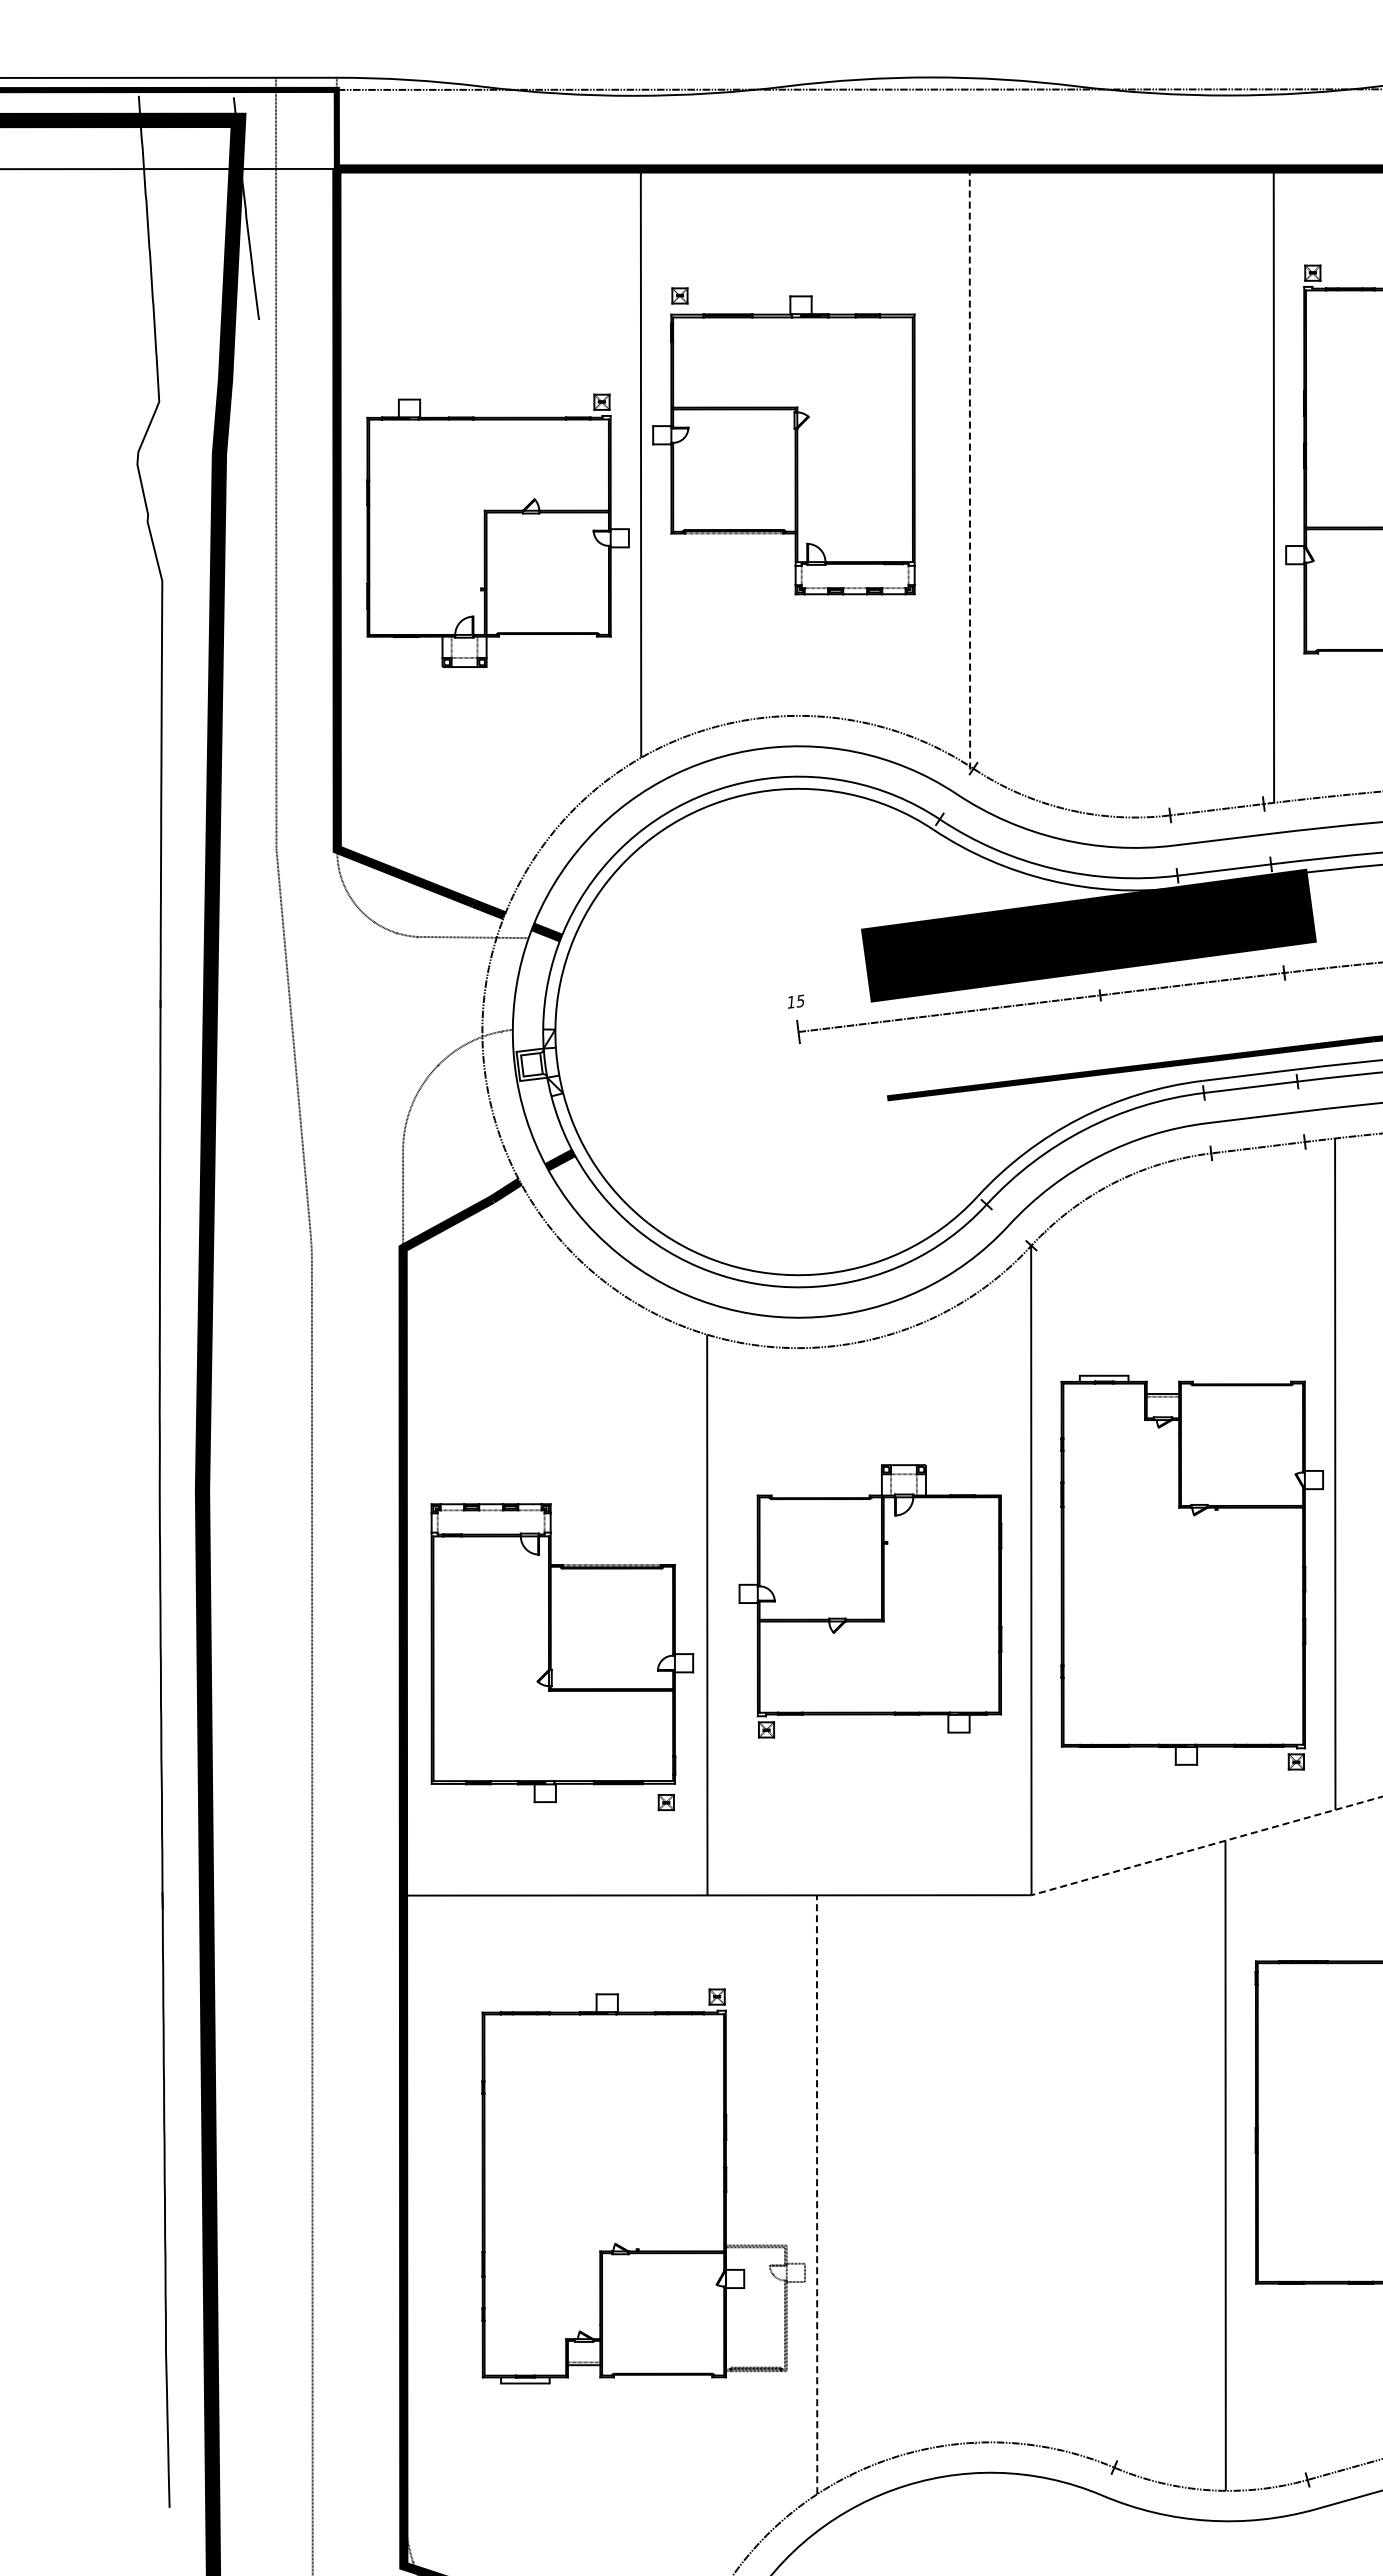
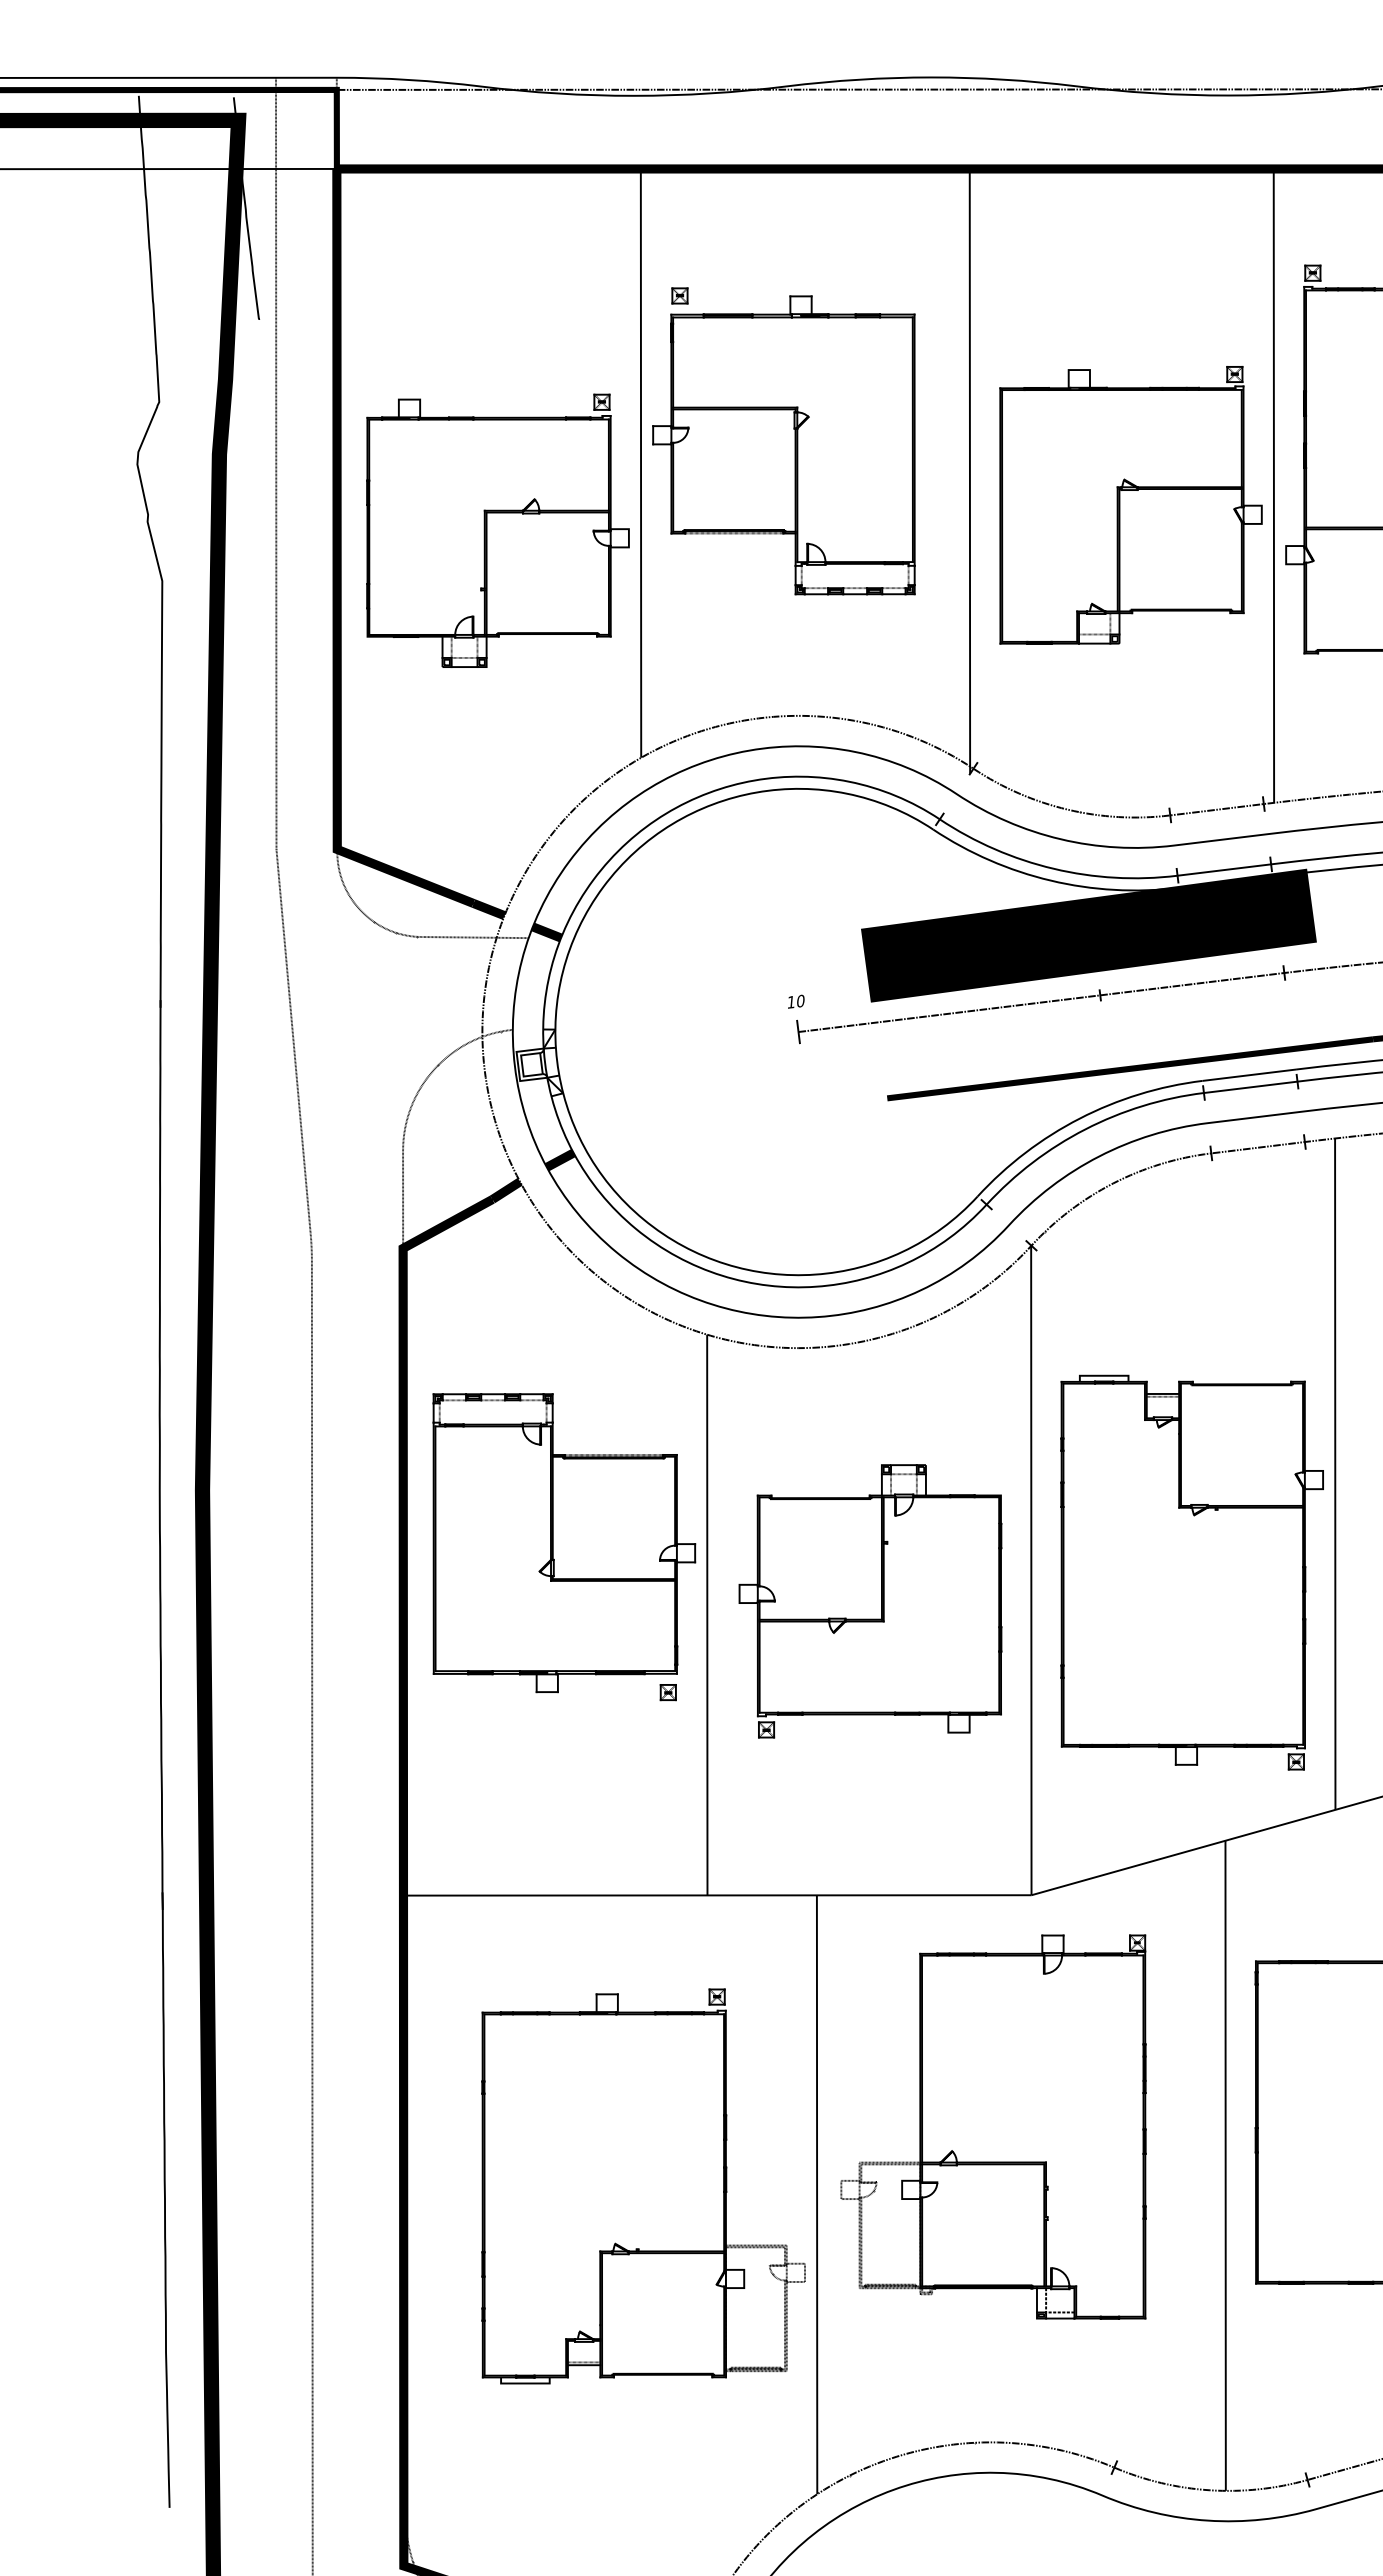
line at (969, 471): dashed -> solid
part at (1130, 505): none -> present
text at (800, 1000): 15 -> 10
part at (562, 1657) position: (562, 1657) -> (564, 1547)
line at (1206, 1846): dashed -> solid
part at (993, 2126): none -> present
line at (817, 2194): dashed -> solid
